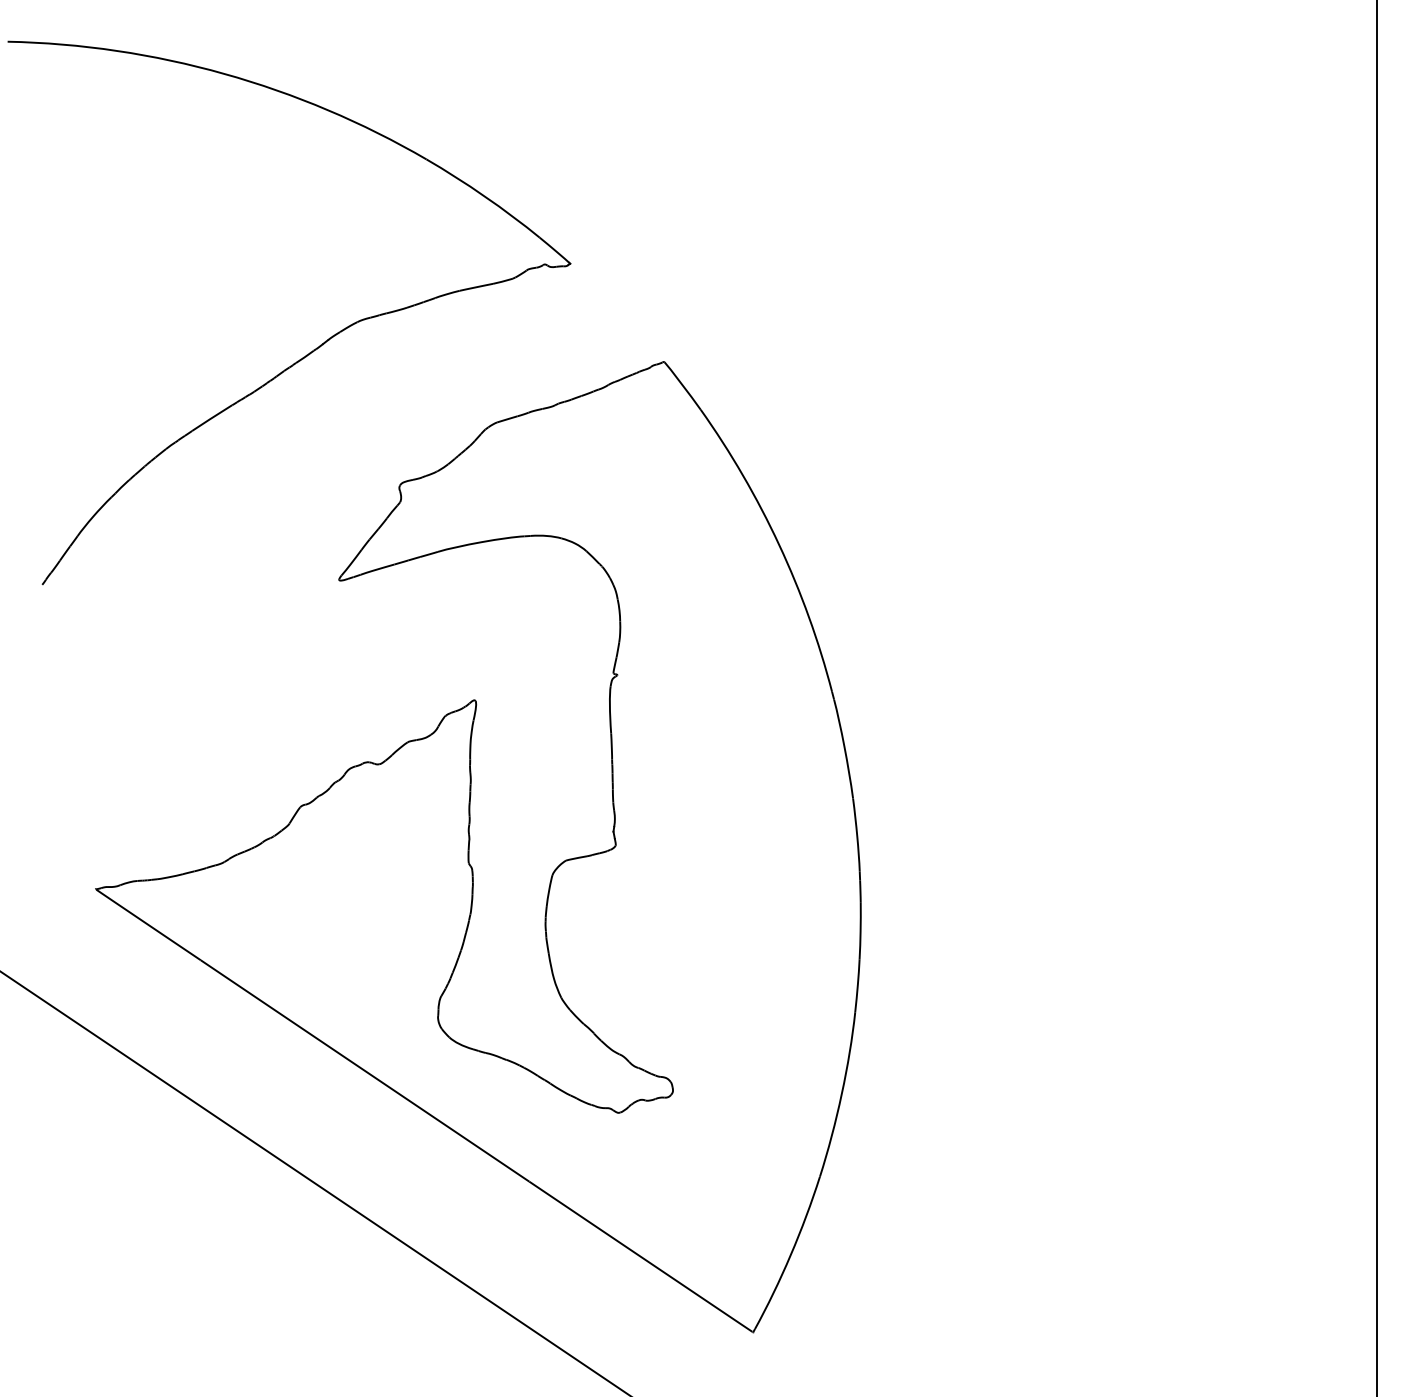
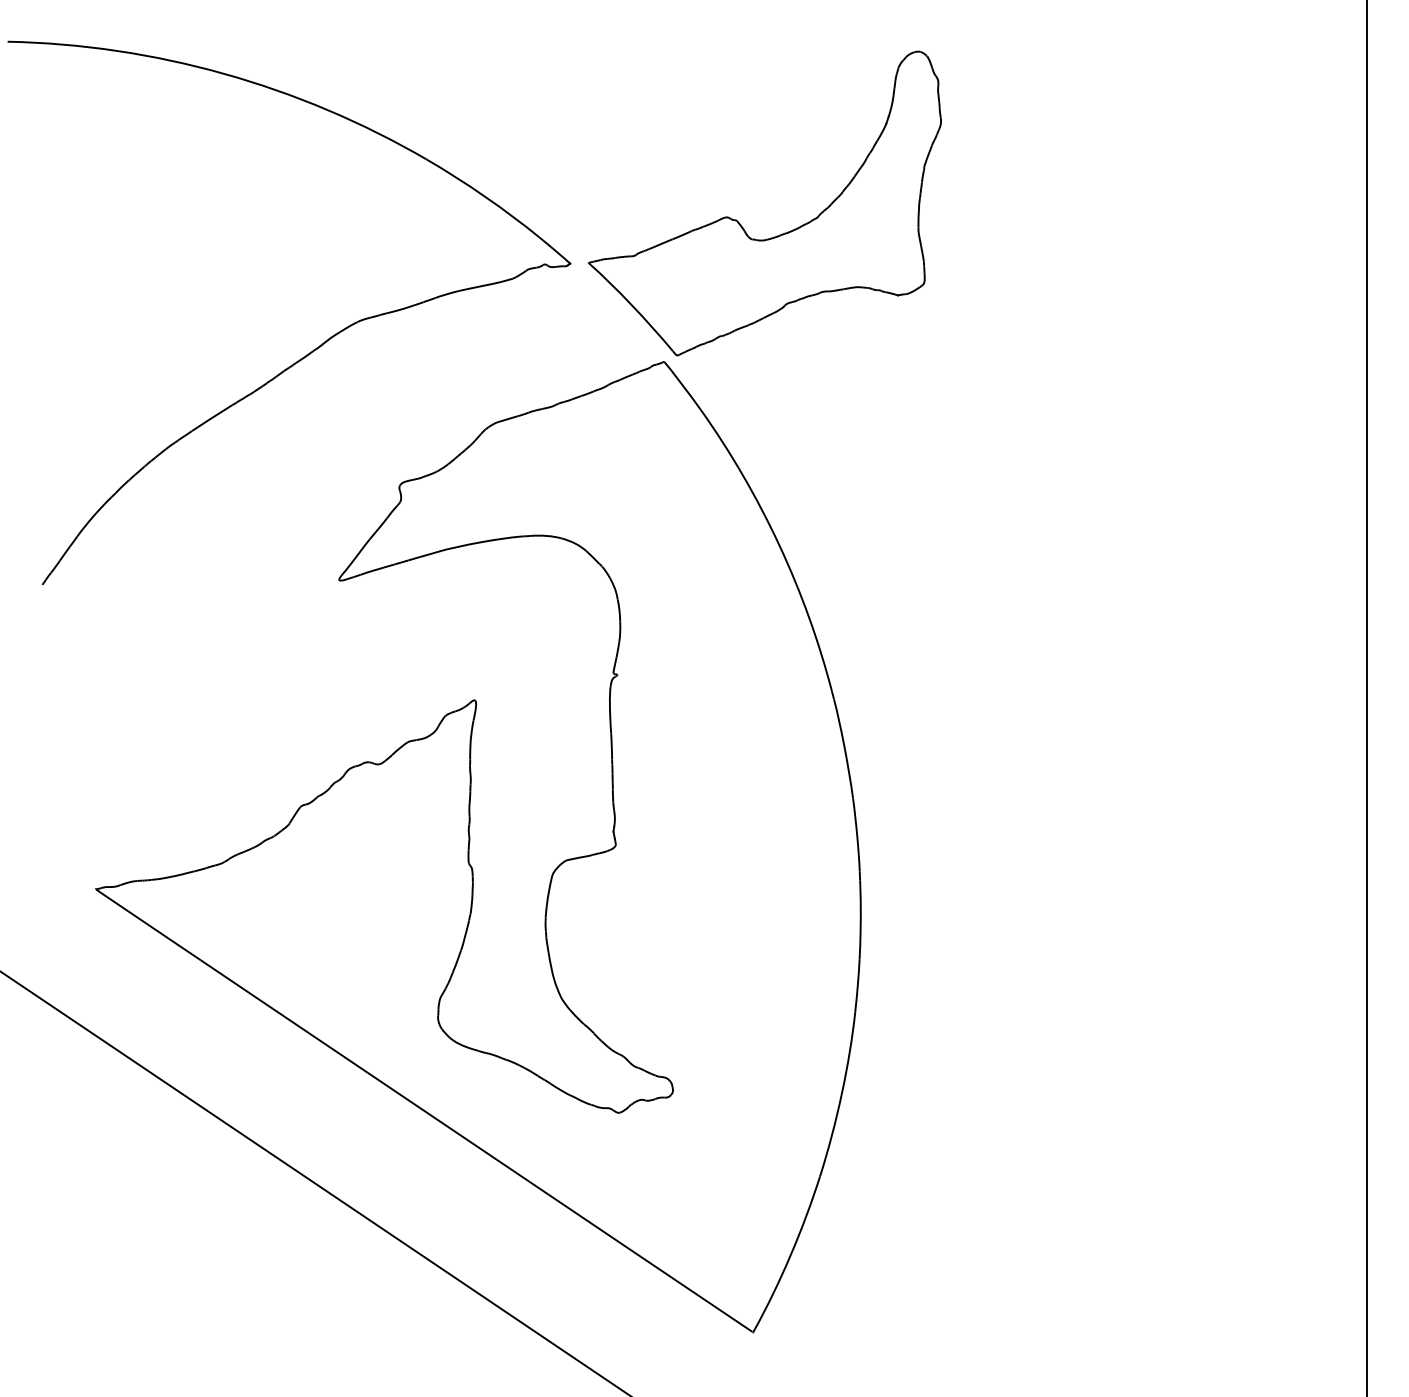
part at (741, 224): none -> present
line at (1376, 697) position: (1376, 697) -> (1366, 697)
